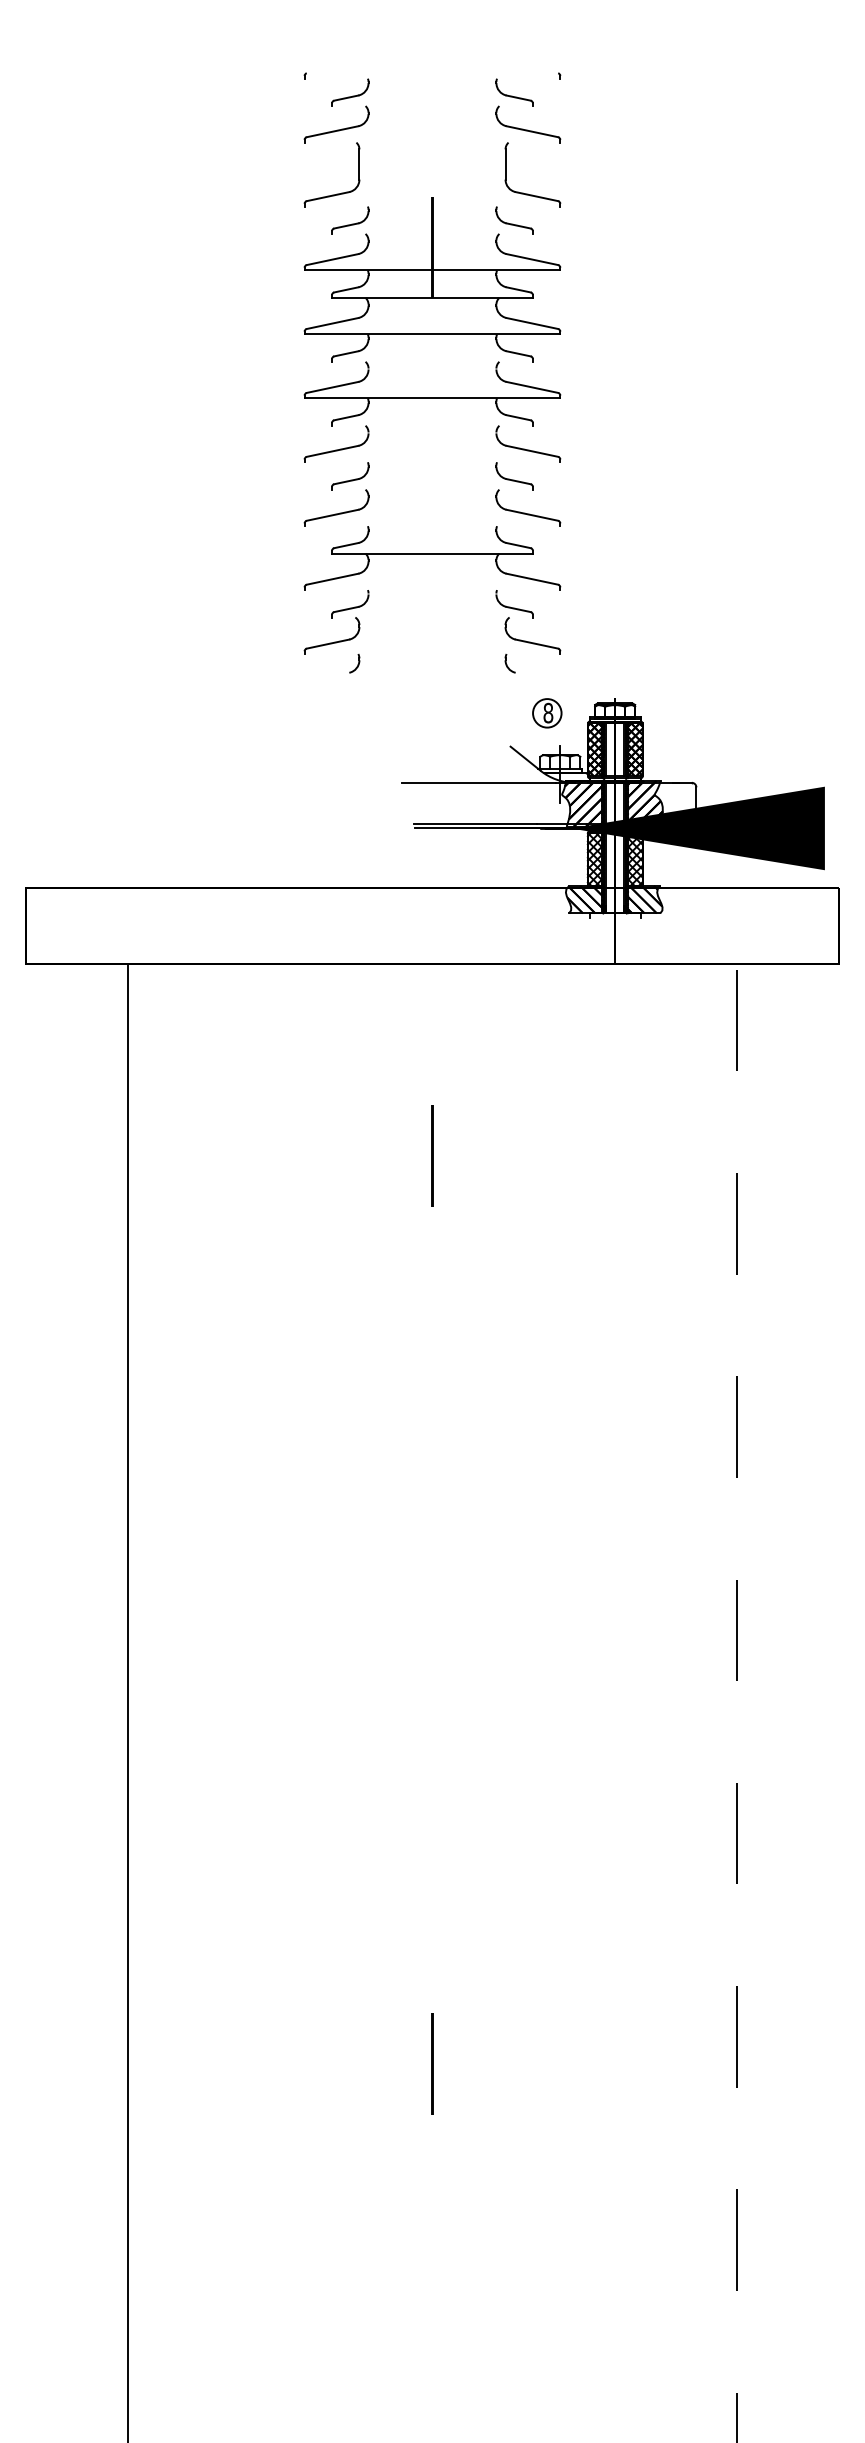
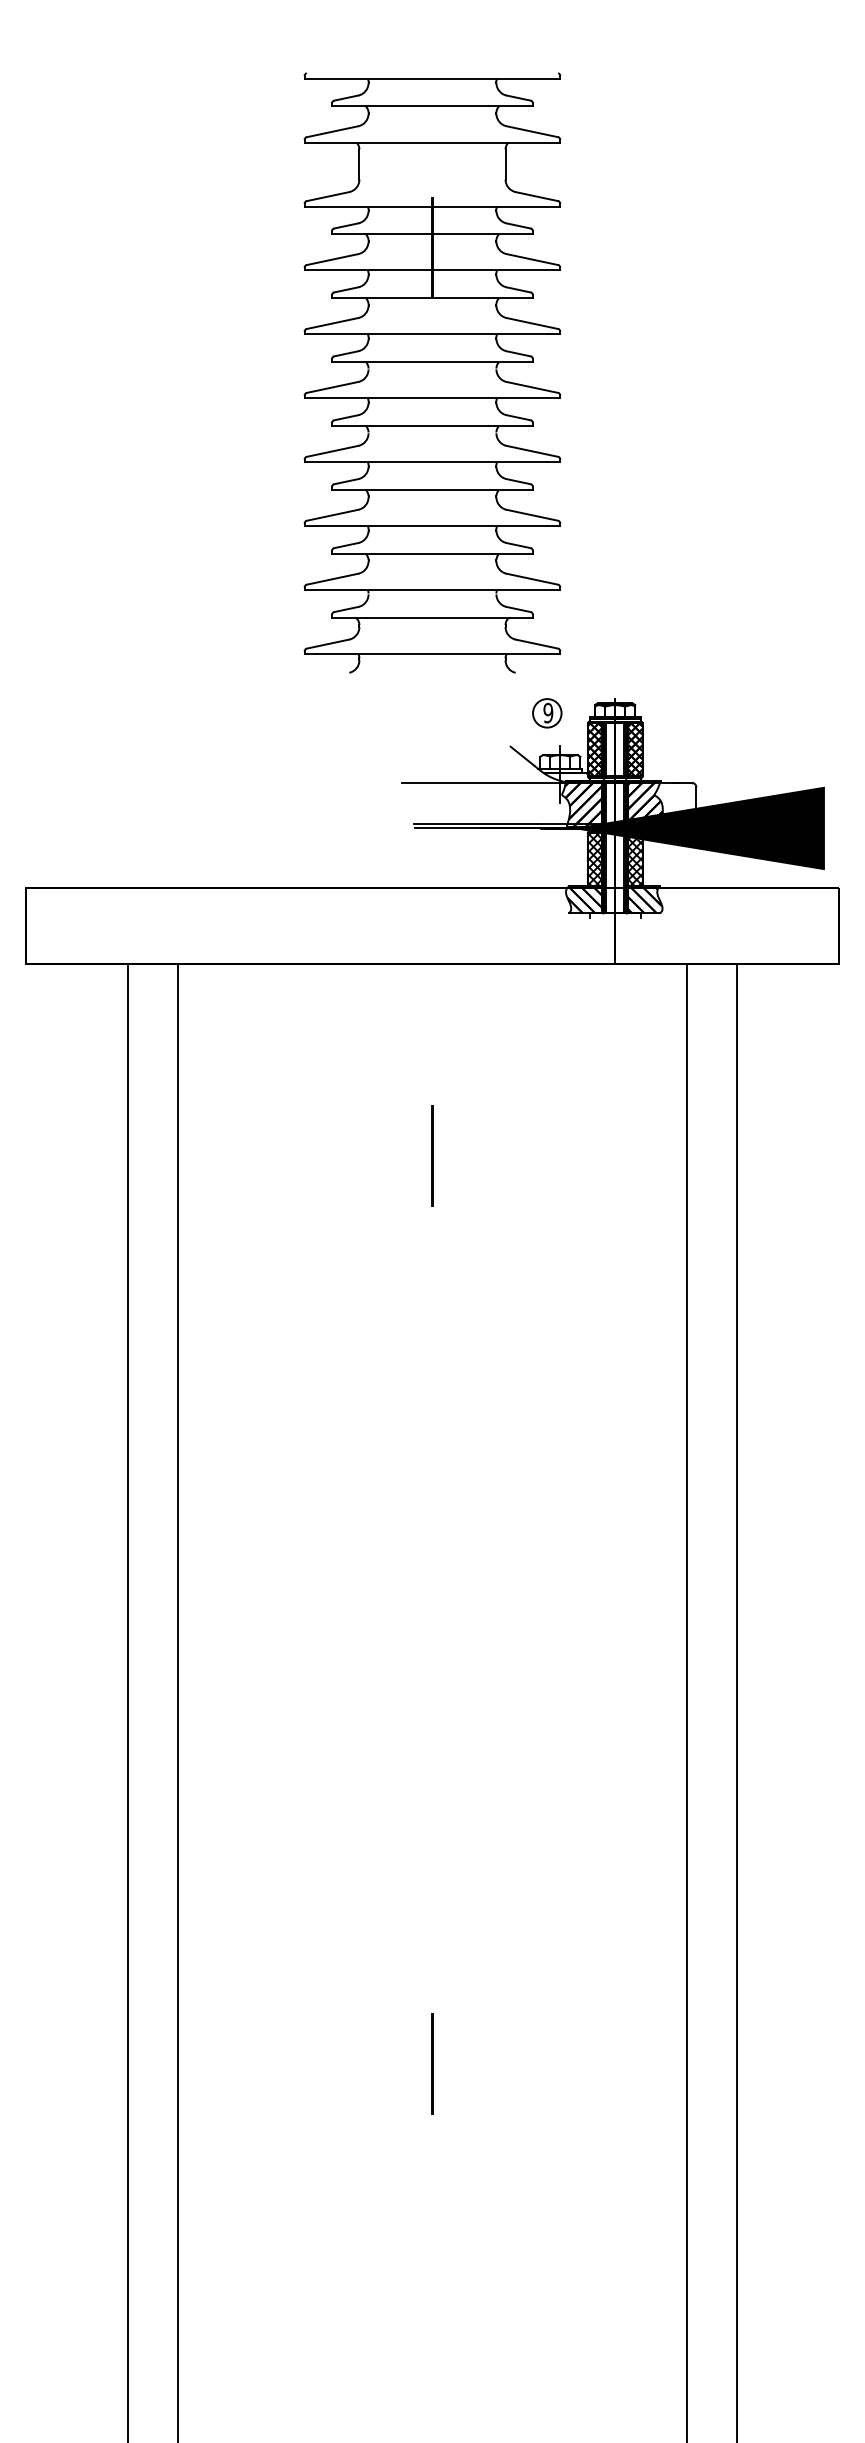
line at (432, 78): none -> present
line at (432, 106): none -> present
line at (432, 142): none -> present
line at (432, 206): none -> present
line at (432, 233): none -> present
line at (432, 361): none -> present
line at (432, 425): none -> present
line at (432, 462): none -> present
line at (432, 489): none -> present
line at (432, 526): none -> present
line at (432, 590): none -> present
line at (432, 617): none -> present
line at (432, 654): none -> present
text at (548, 713): 8 -> 9
line at (178, 1701): none -> present
line at (686, 1701): none -> present
line at (737, 1702): dashed -> solid
